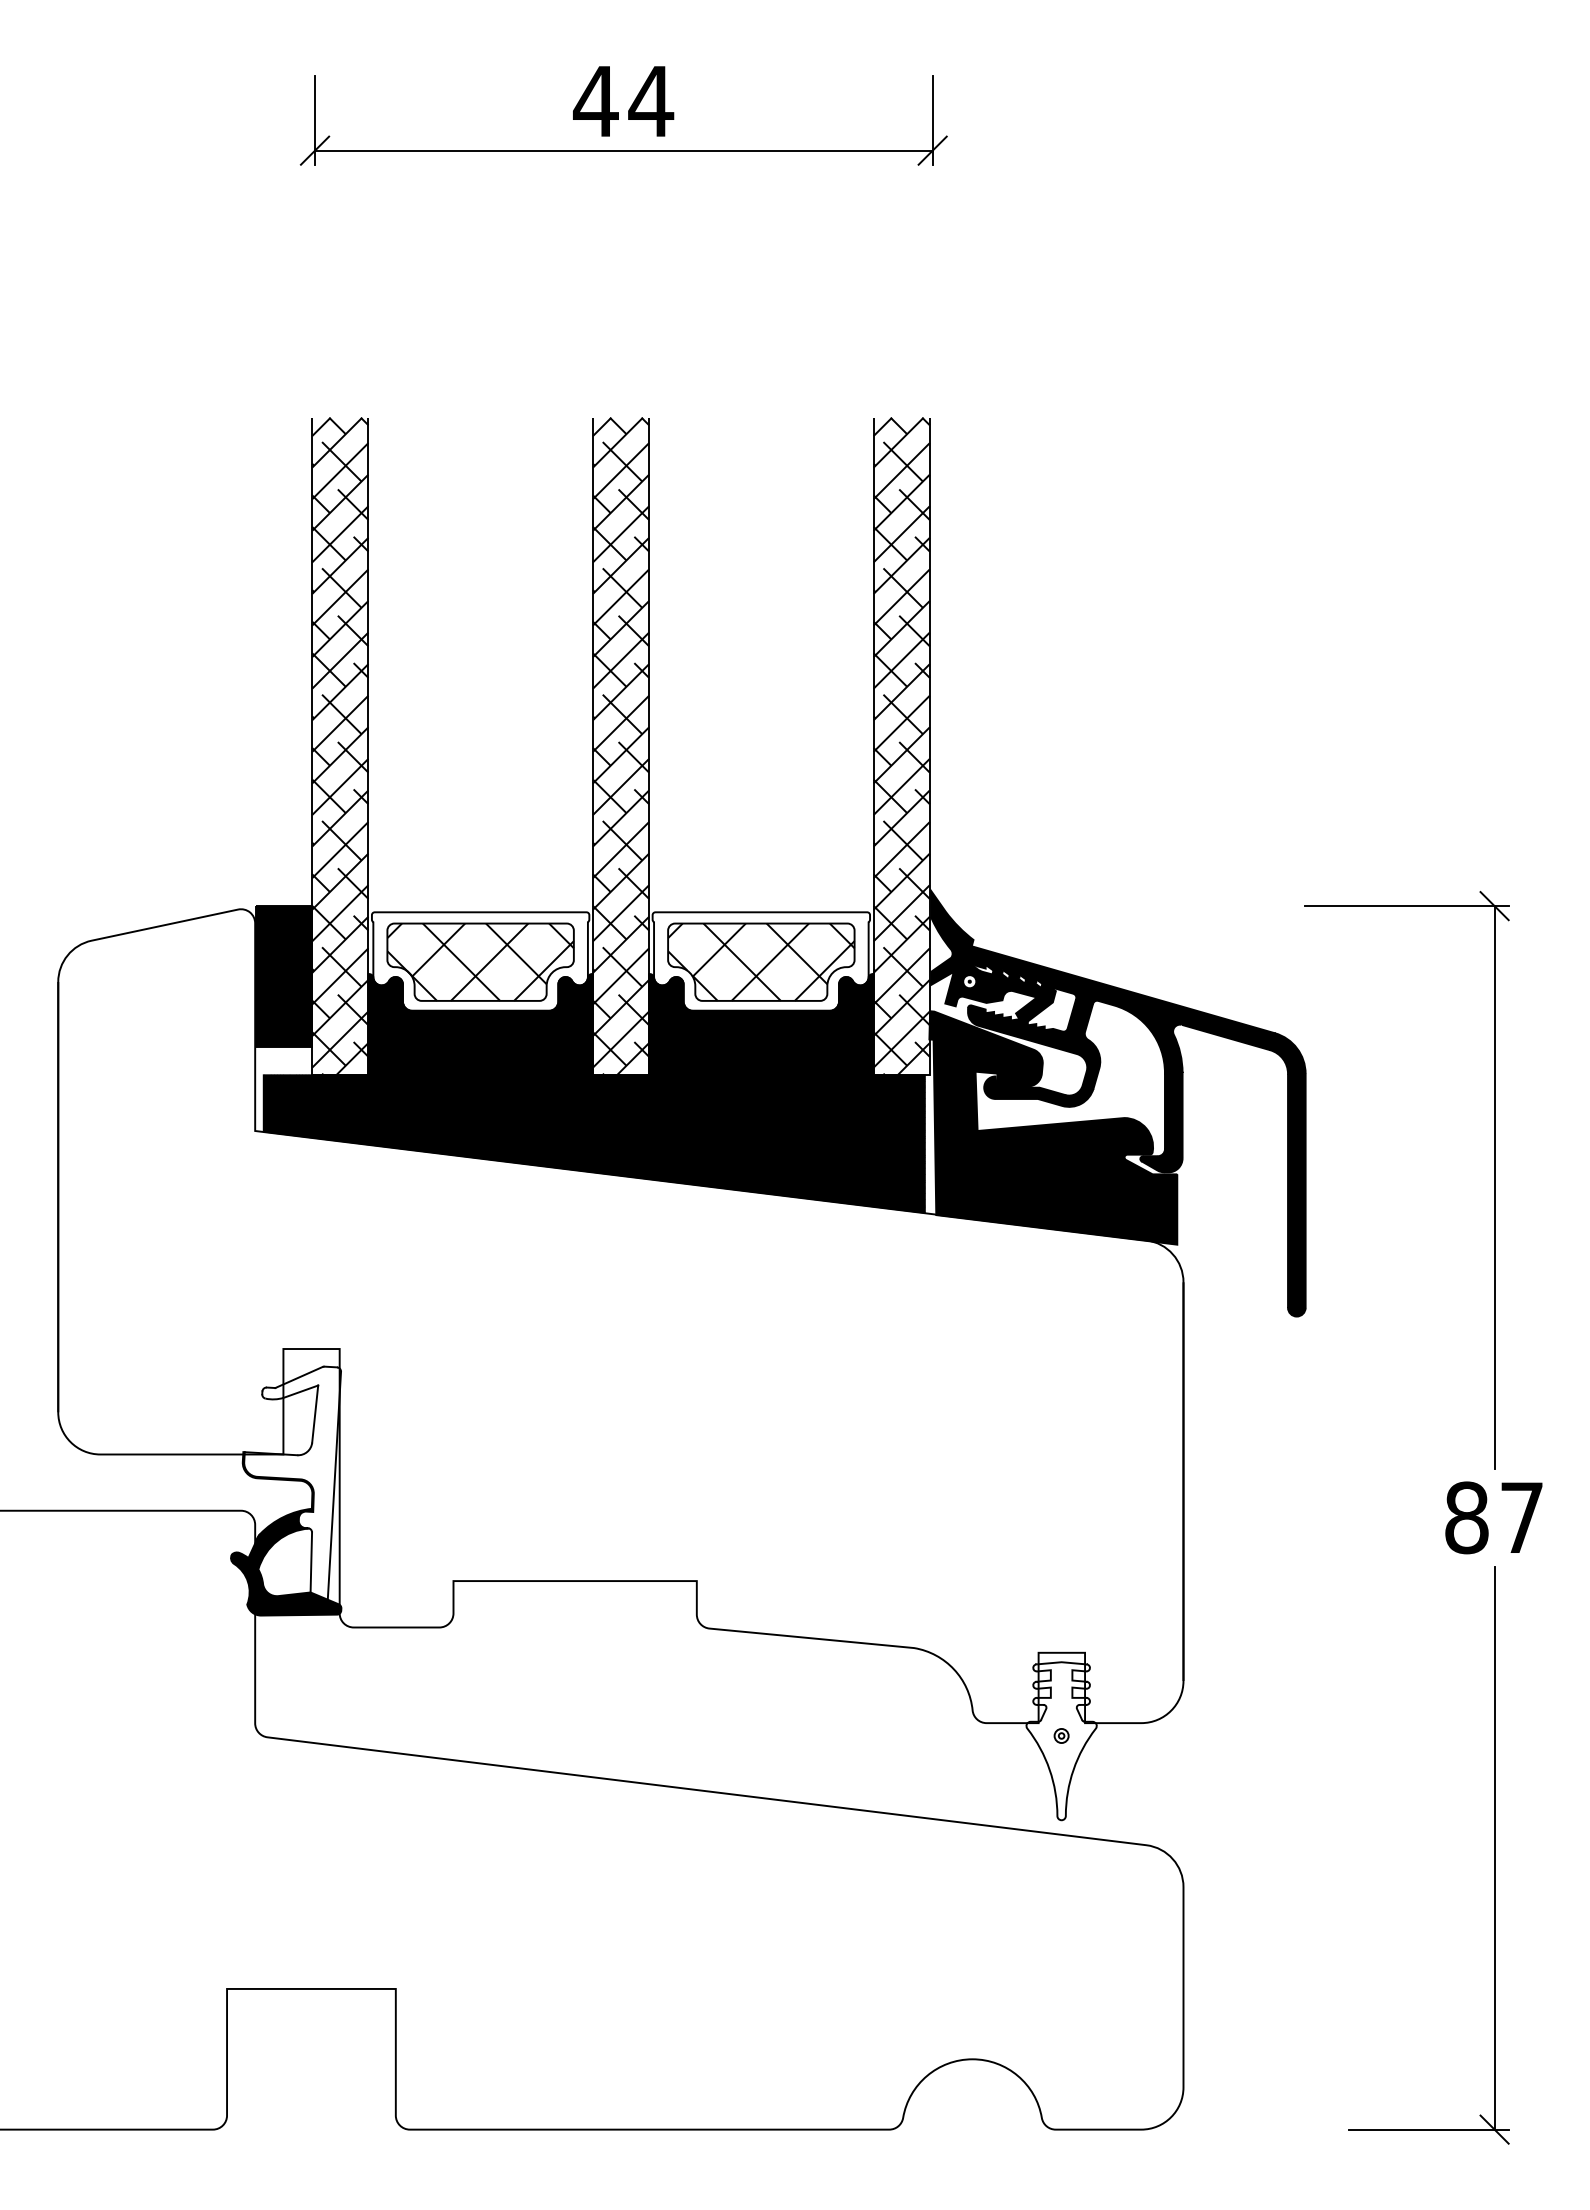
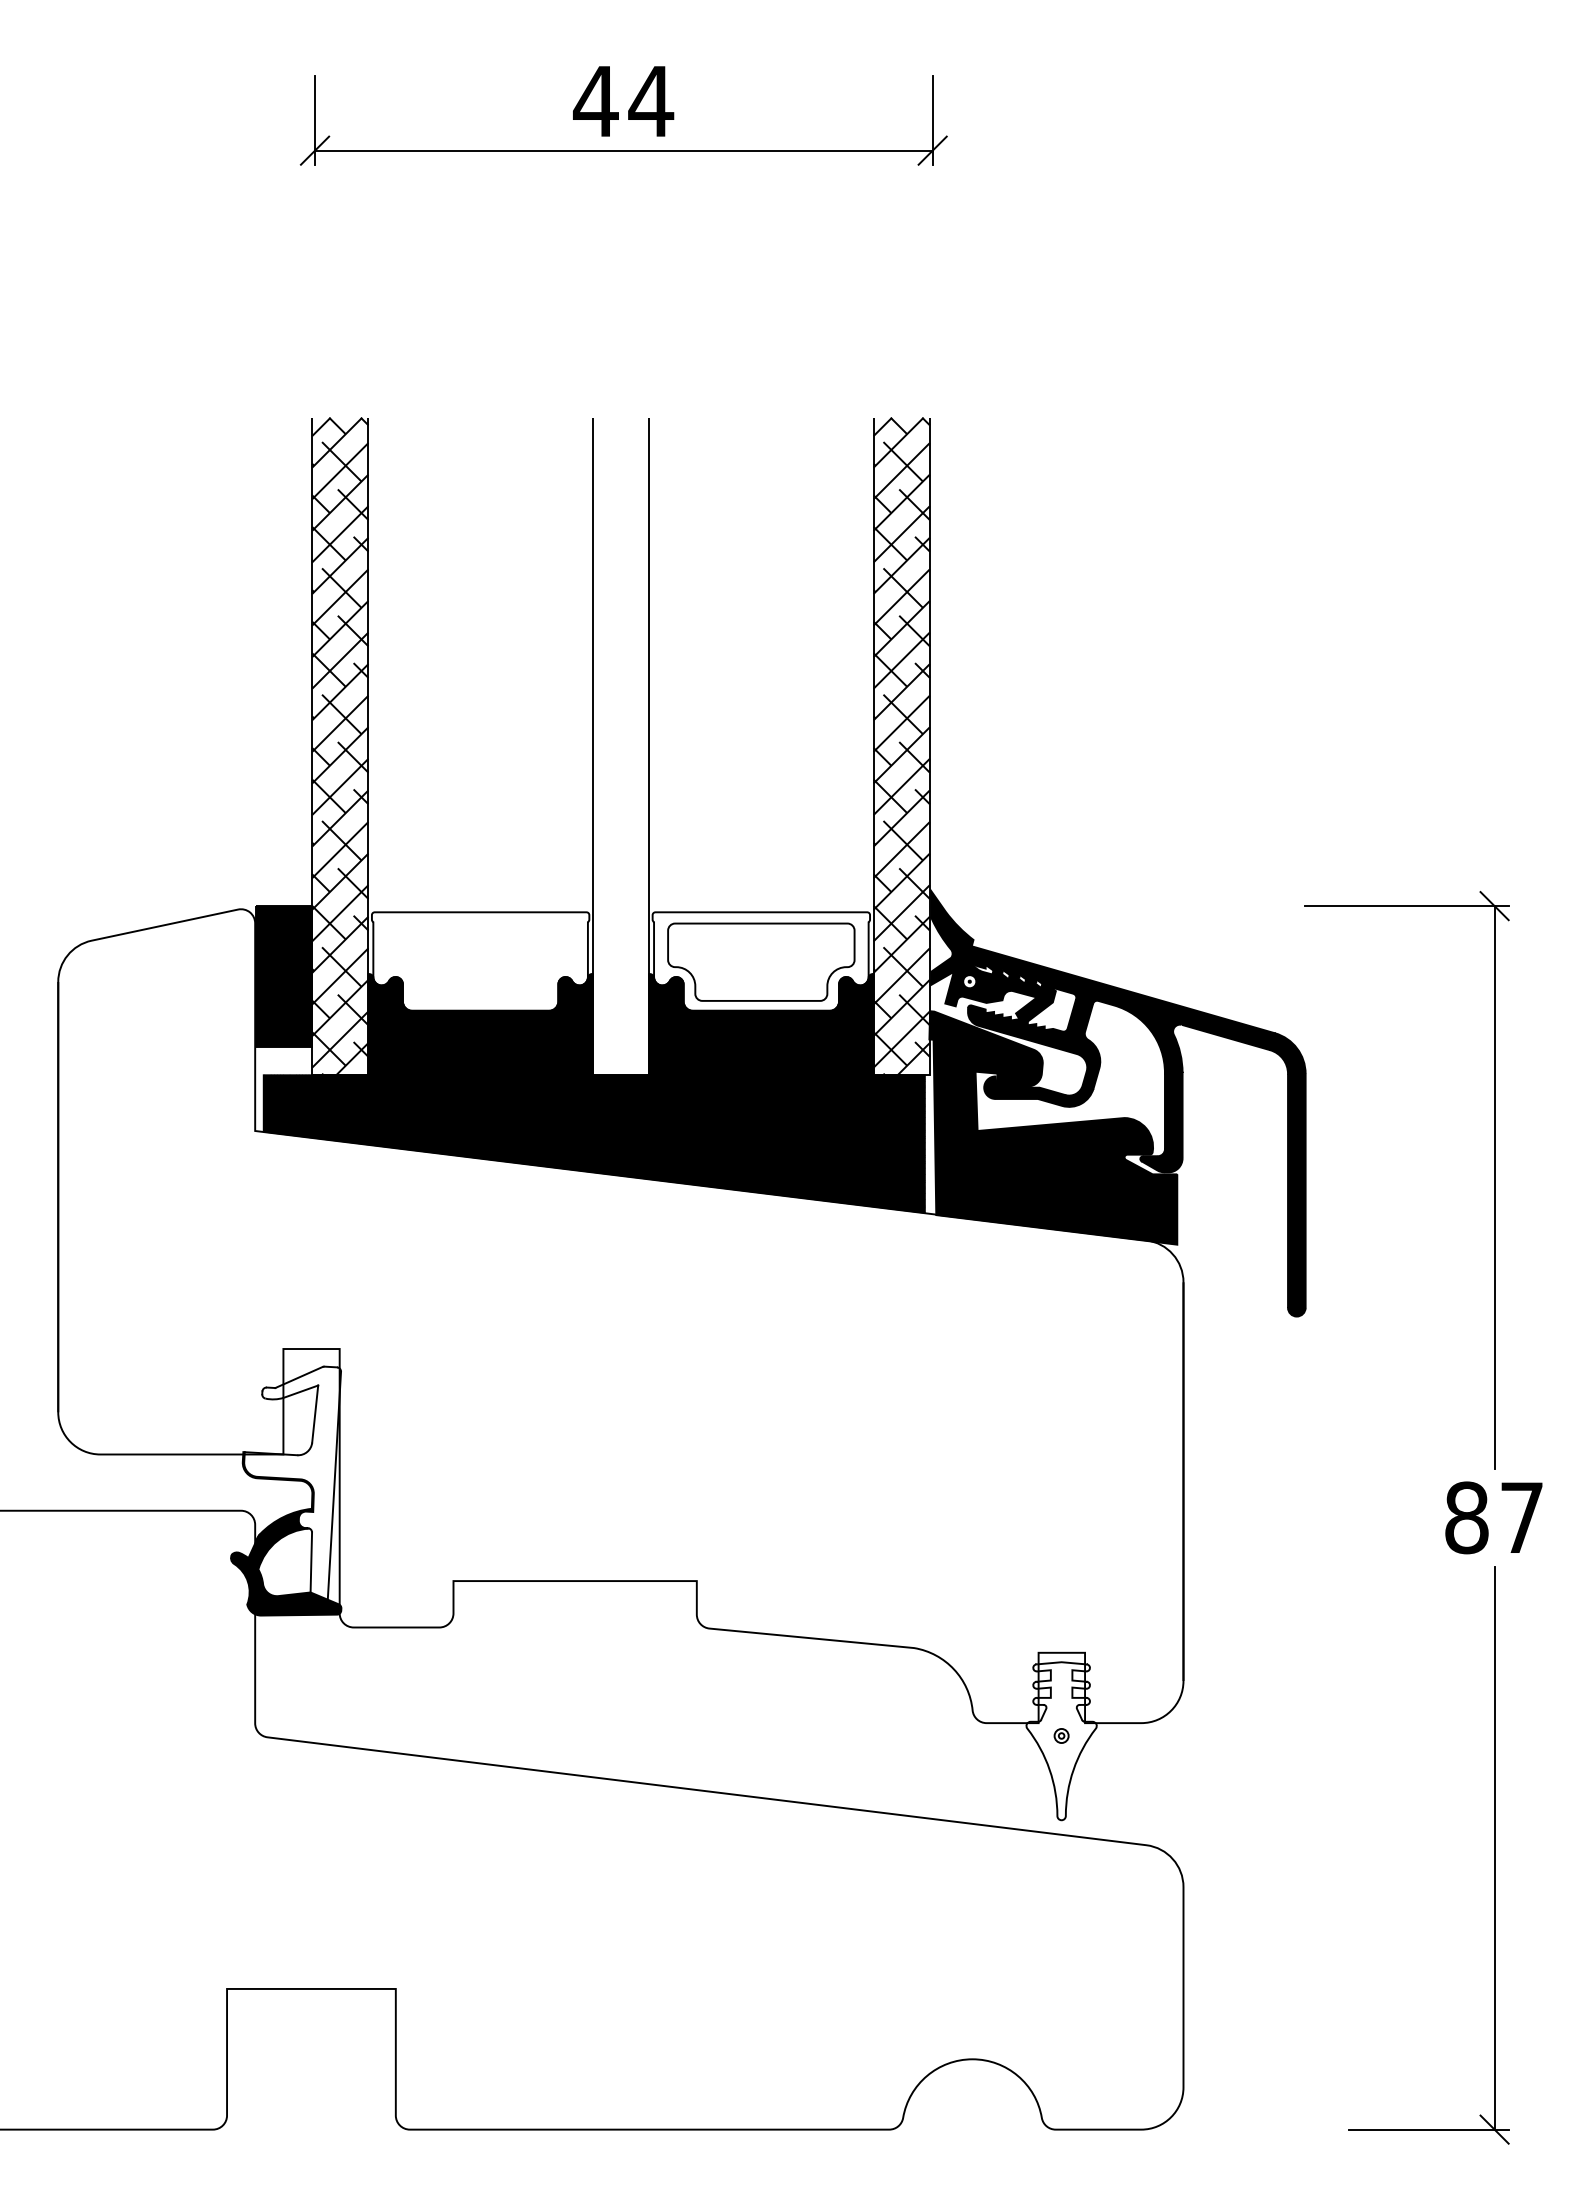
hatch at (620, 745): present -> none
part at (480, 961): present -> none
hatch at (761, 961): present -> none
